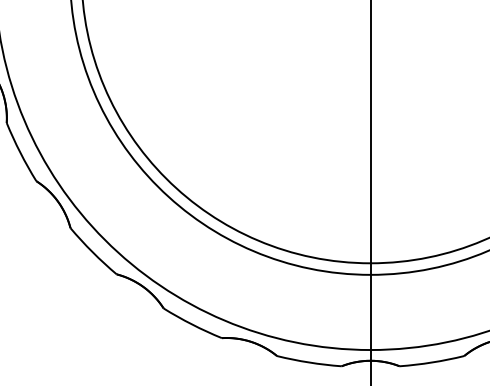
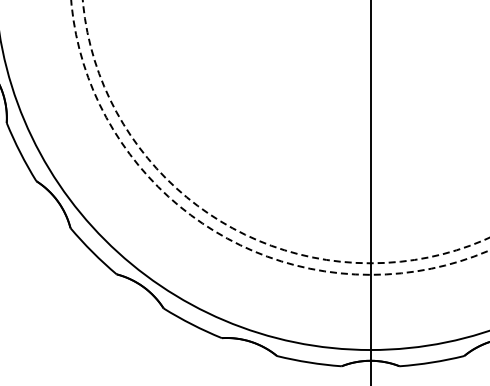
circle at (285, 131): solid -> dashed
circle at (280, 137): solid -> dashed
